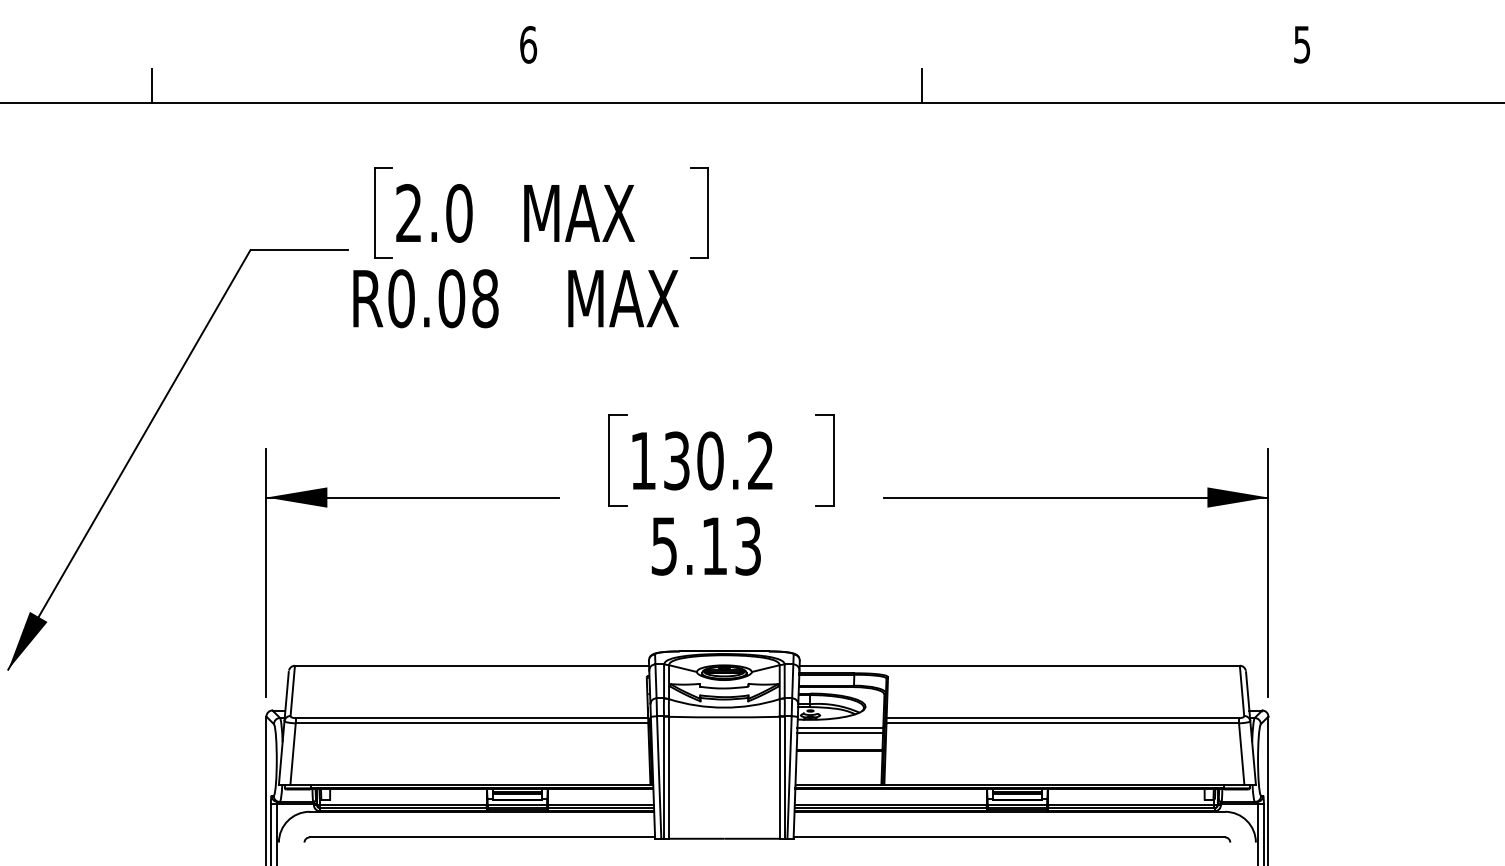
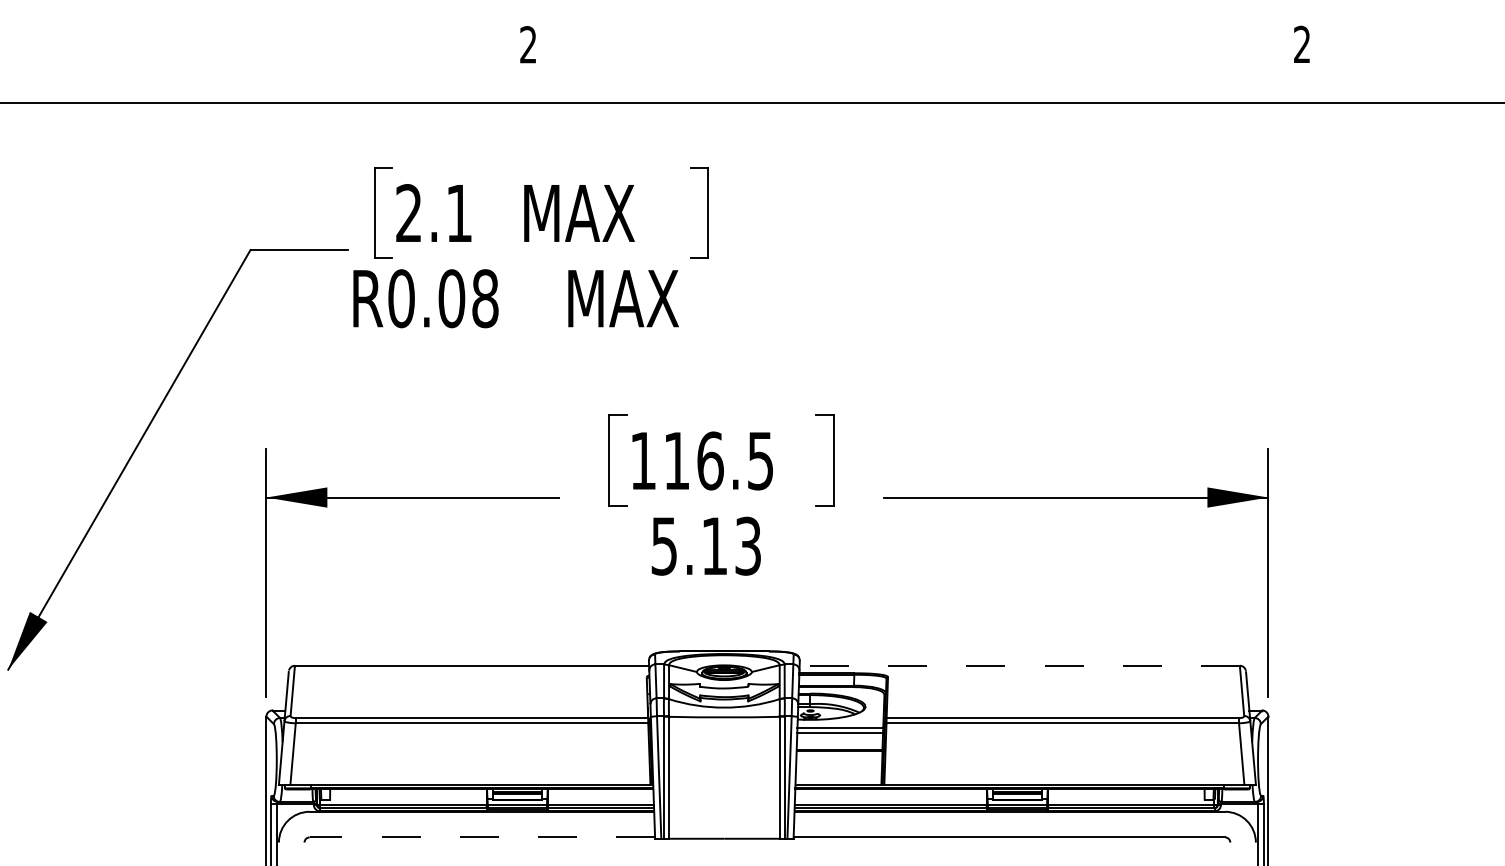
text at (528, 44): 6 -> 2
text at (1302, 44): 5 -> 2
line at (152, 85): present -> none
line at (921, 85): present -> none
text at (459, 213): 2.0 -> 2.1
text at (718, 460): 130.2 -> 116.5
line at (1019, 665): solid -> dashed
line at (482, 837): solid -> dashed
